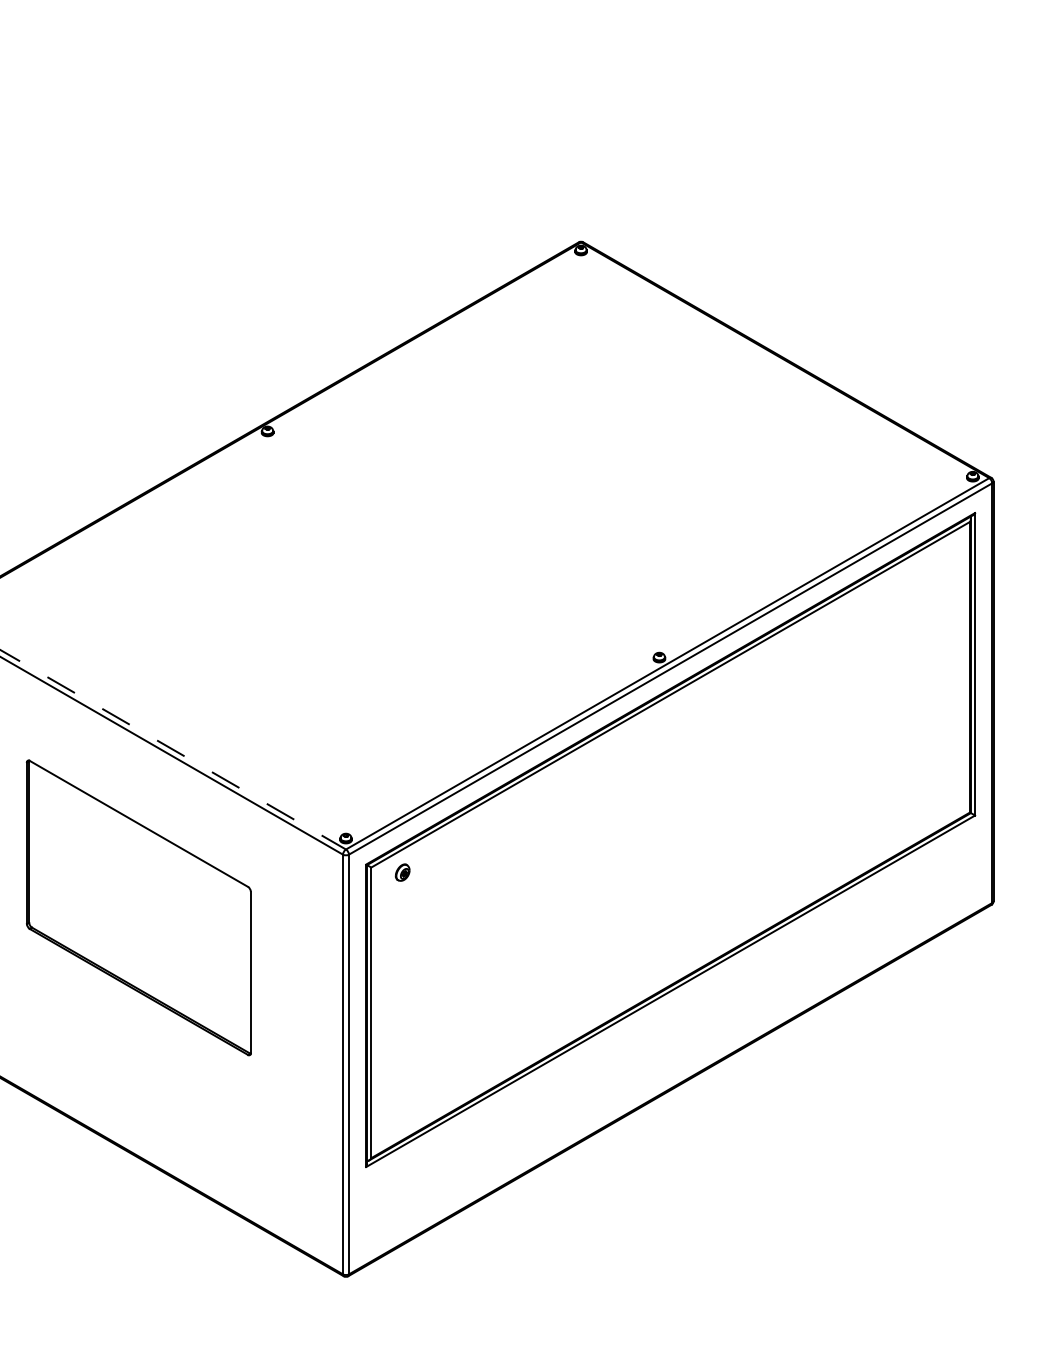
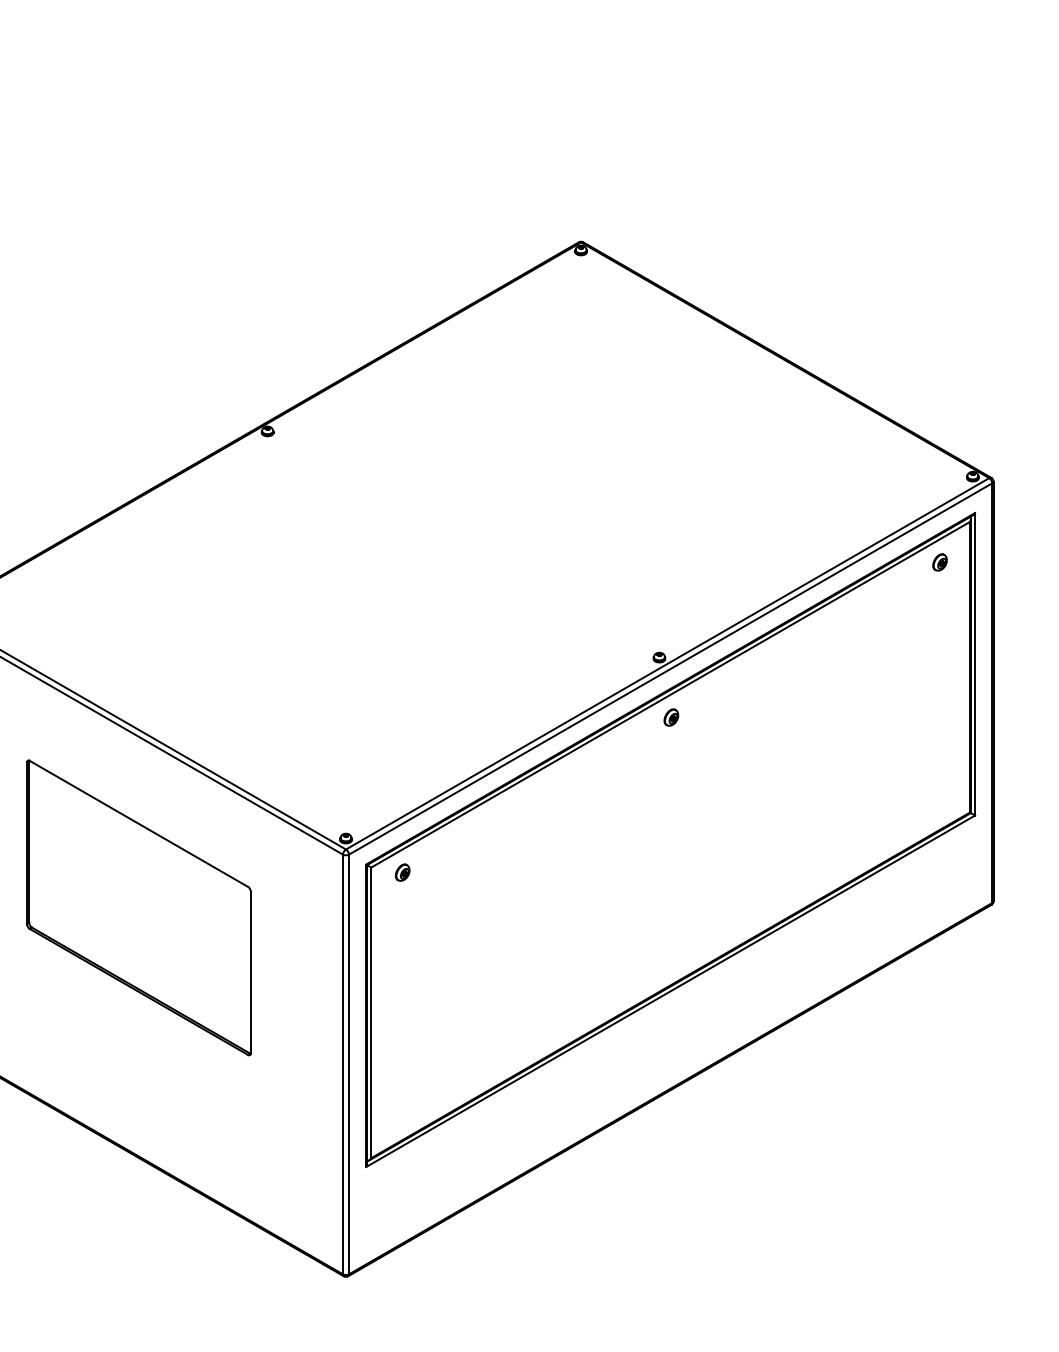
part at (939, 562): none -> present
part at (671, 717): none -> present
line at (173, 749): dashed -> solid
